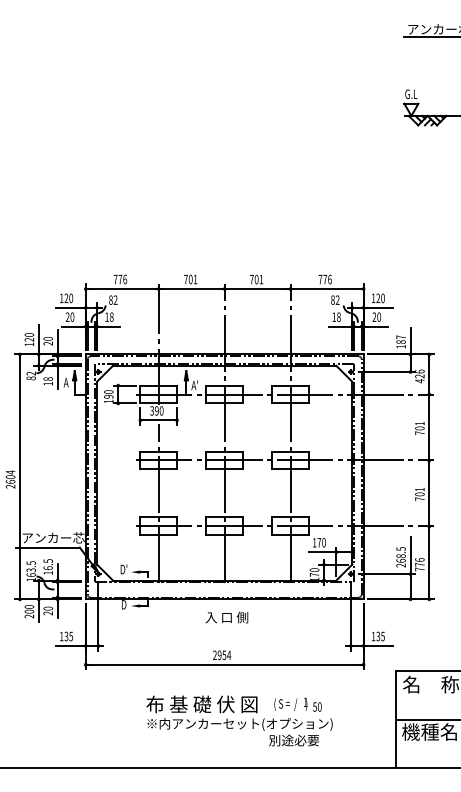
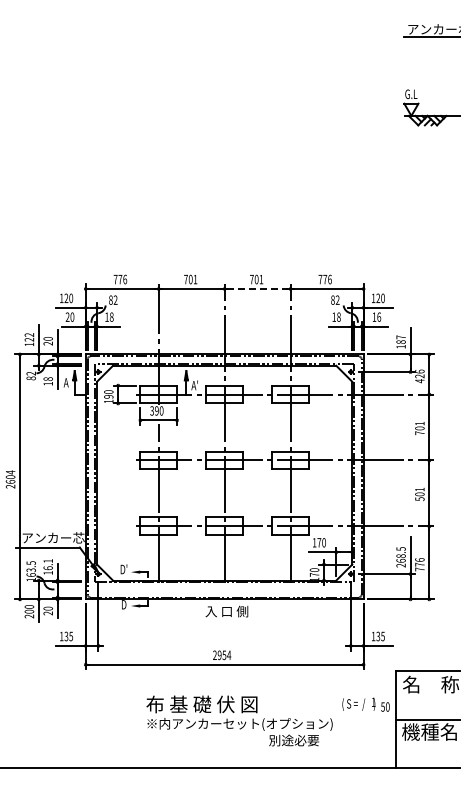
line at (257, 289): solid -> dashed
text at (376, 316): 20 -> 16
text at (29, 334): 120 -> 122
text at (419, 499): 701 -> 501
text at (47, 560): 16.5 -> 16.1
text at (226, 617) position: (226, 617) -> (226, 611)
text at (297, 704) position: (297, 704) -> (365, 704)
